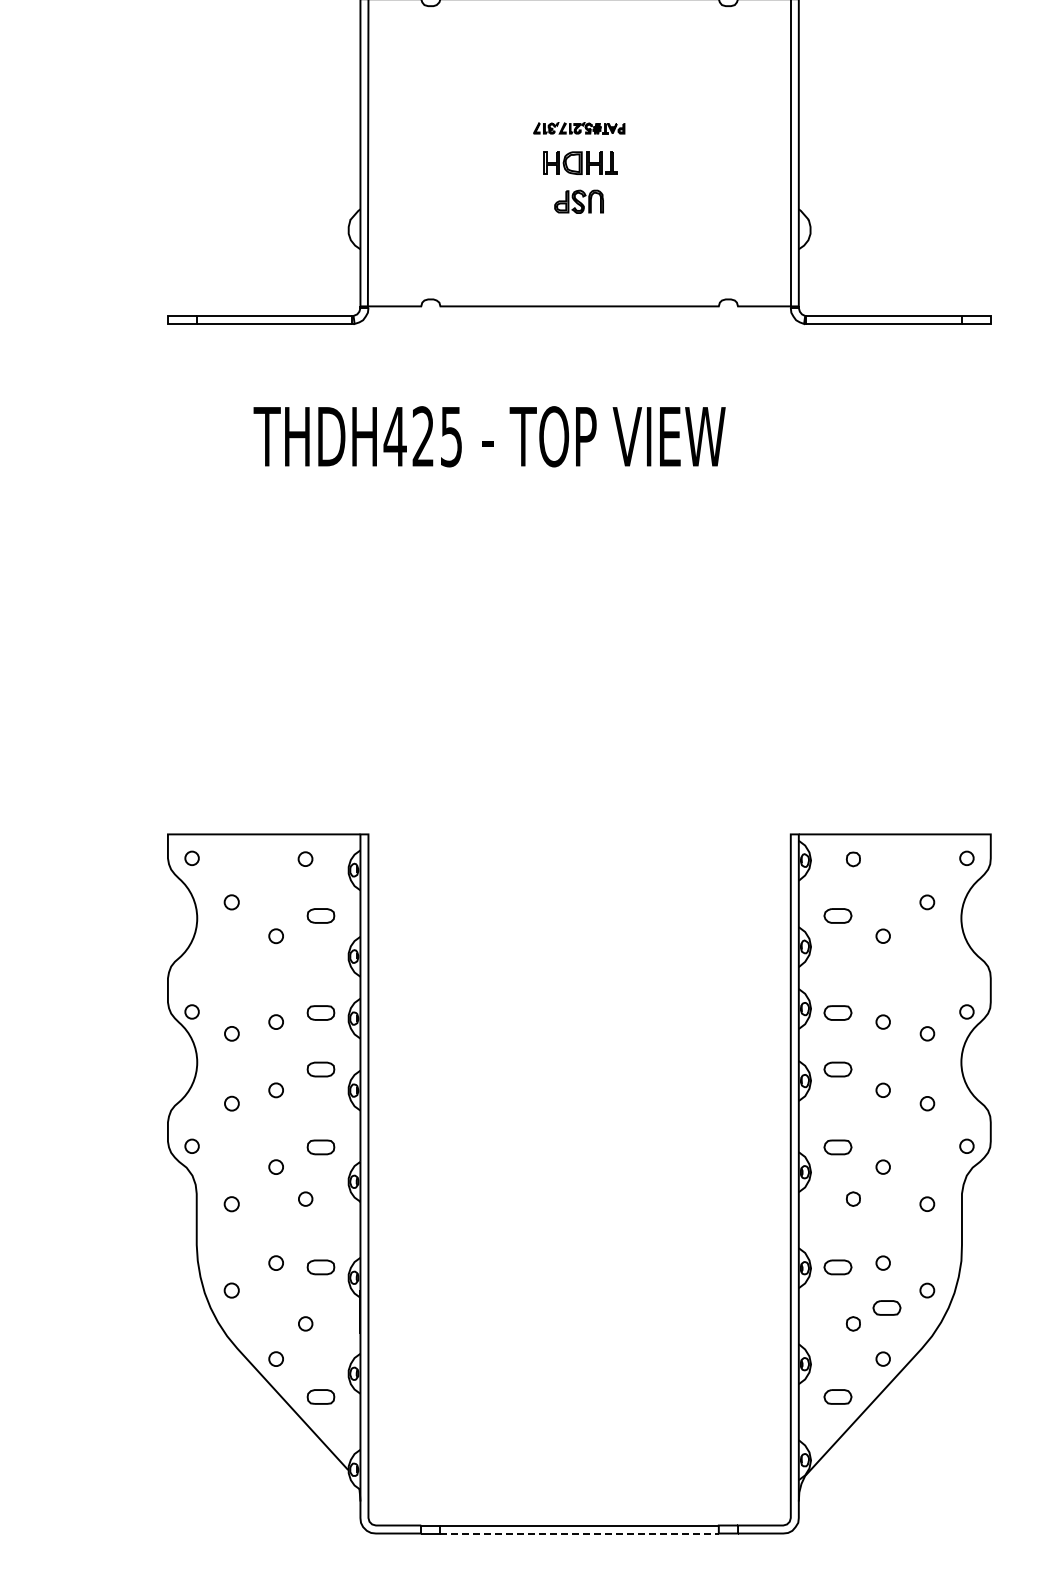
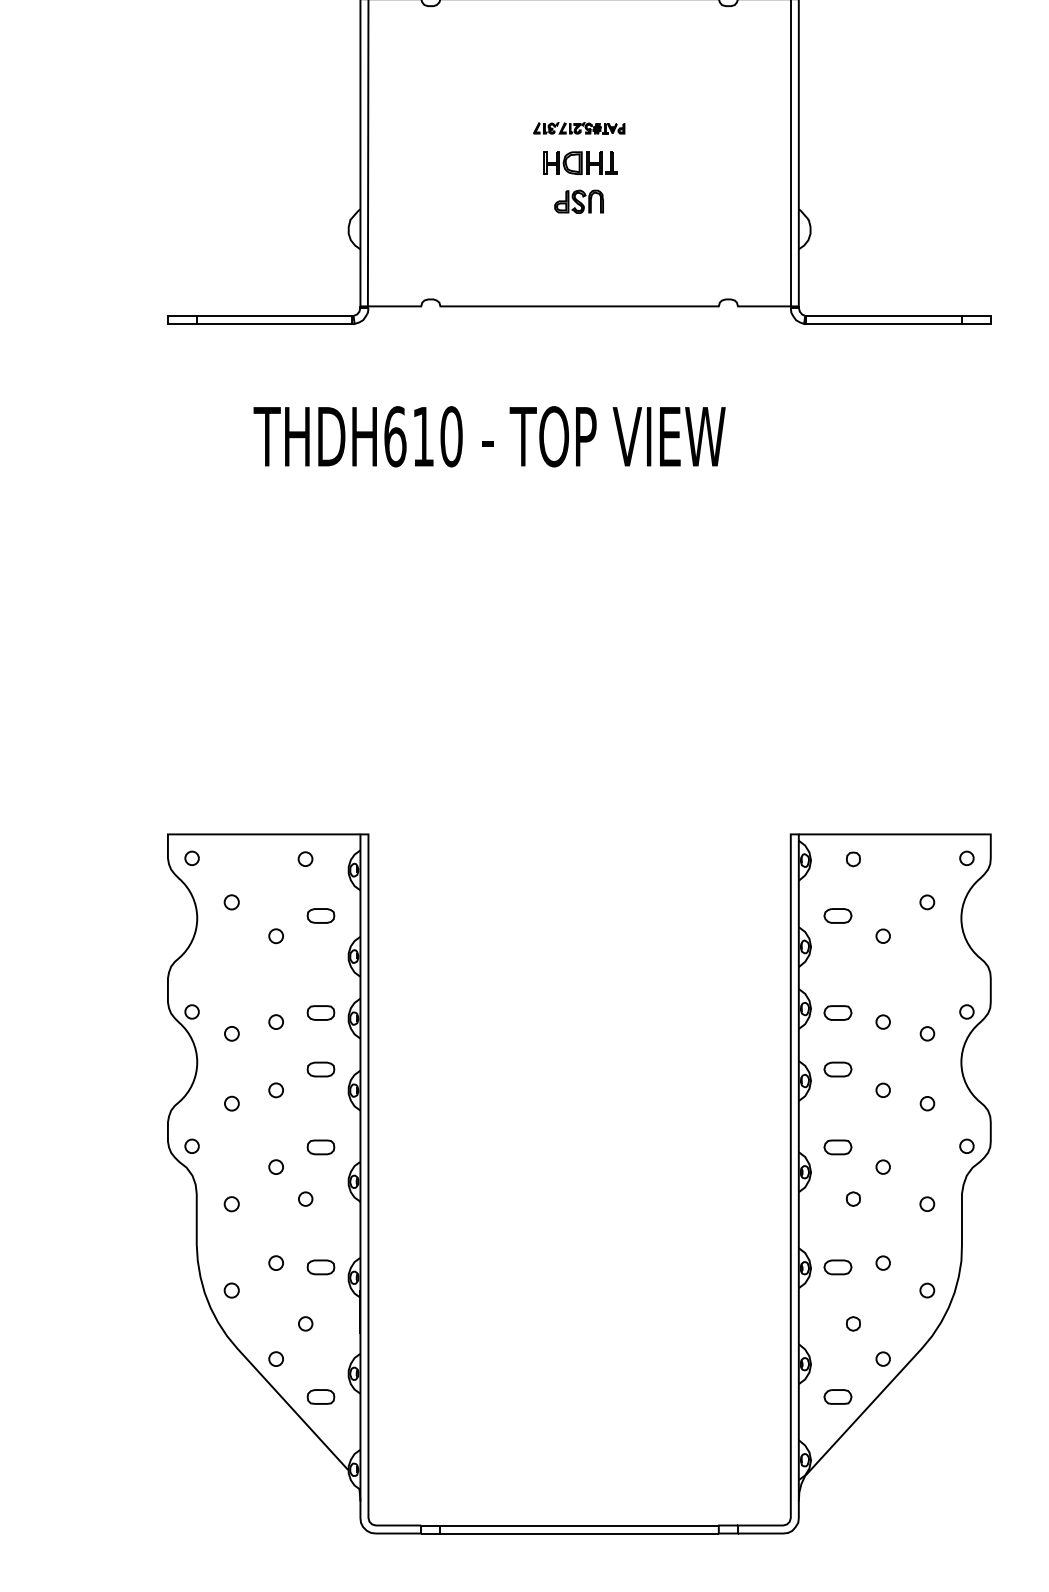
text at (422, 436): THDH425 -> THDH610
part at (886, 1307): present -> none
line at (580, 1533): dashed -> solid
